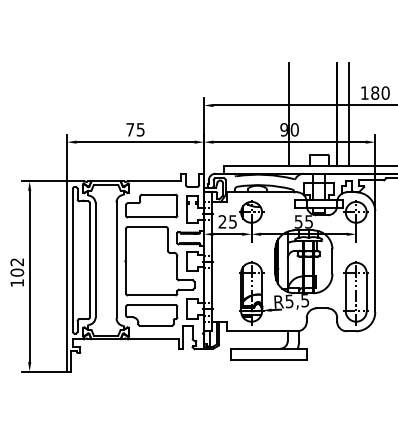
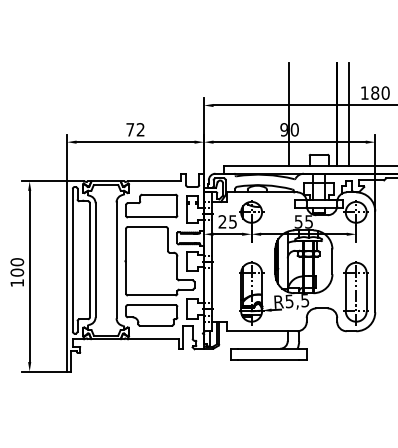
text at (140, 129): 75 -> 72
text at (17, 262): 102 -> 100
